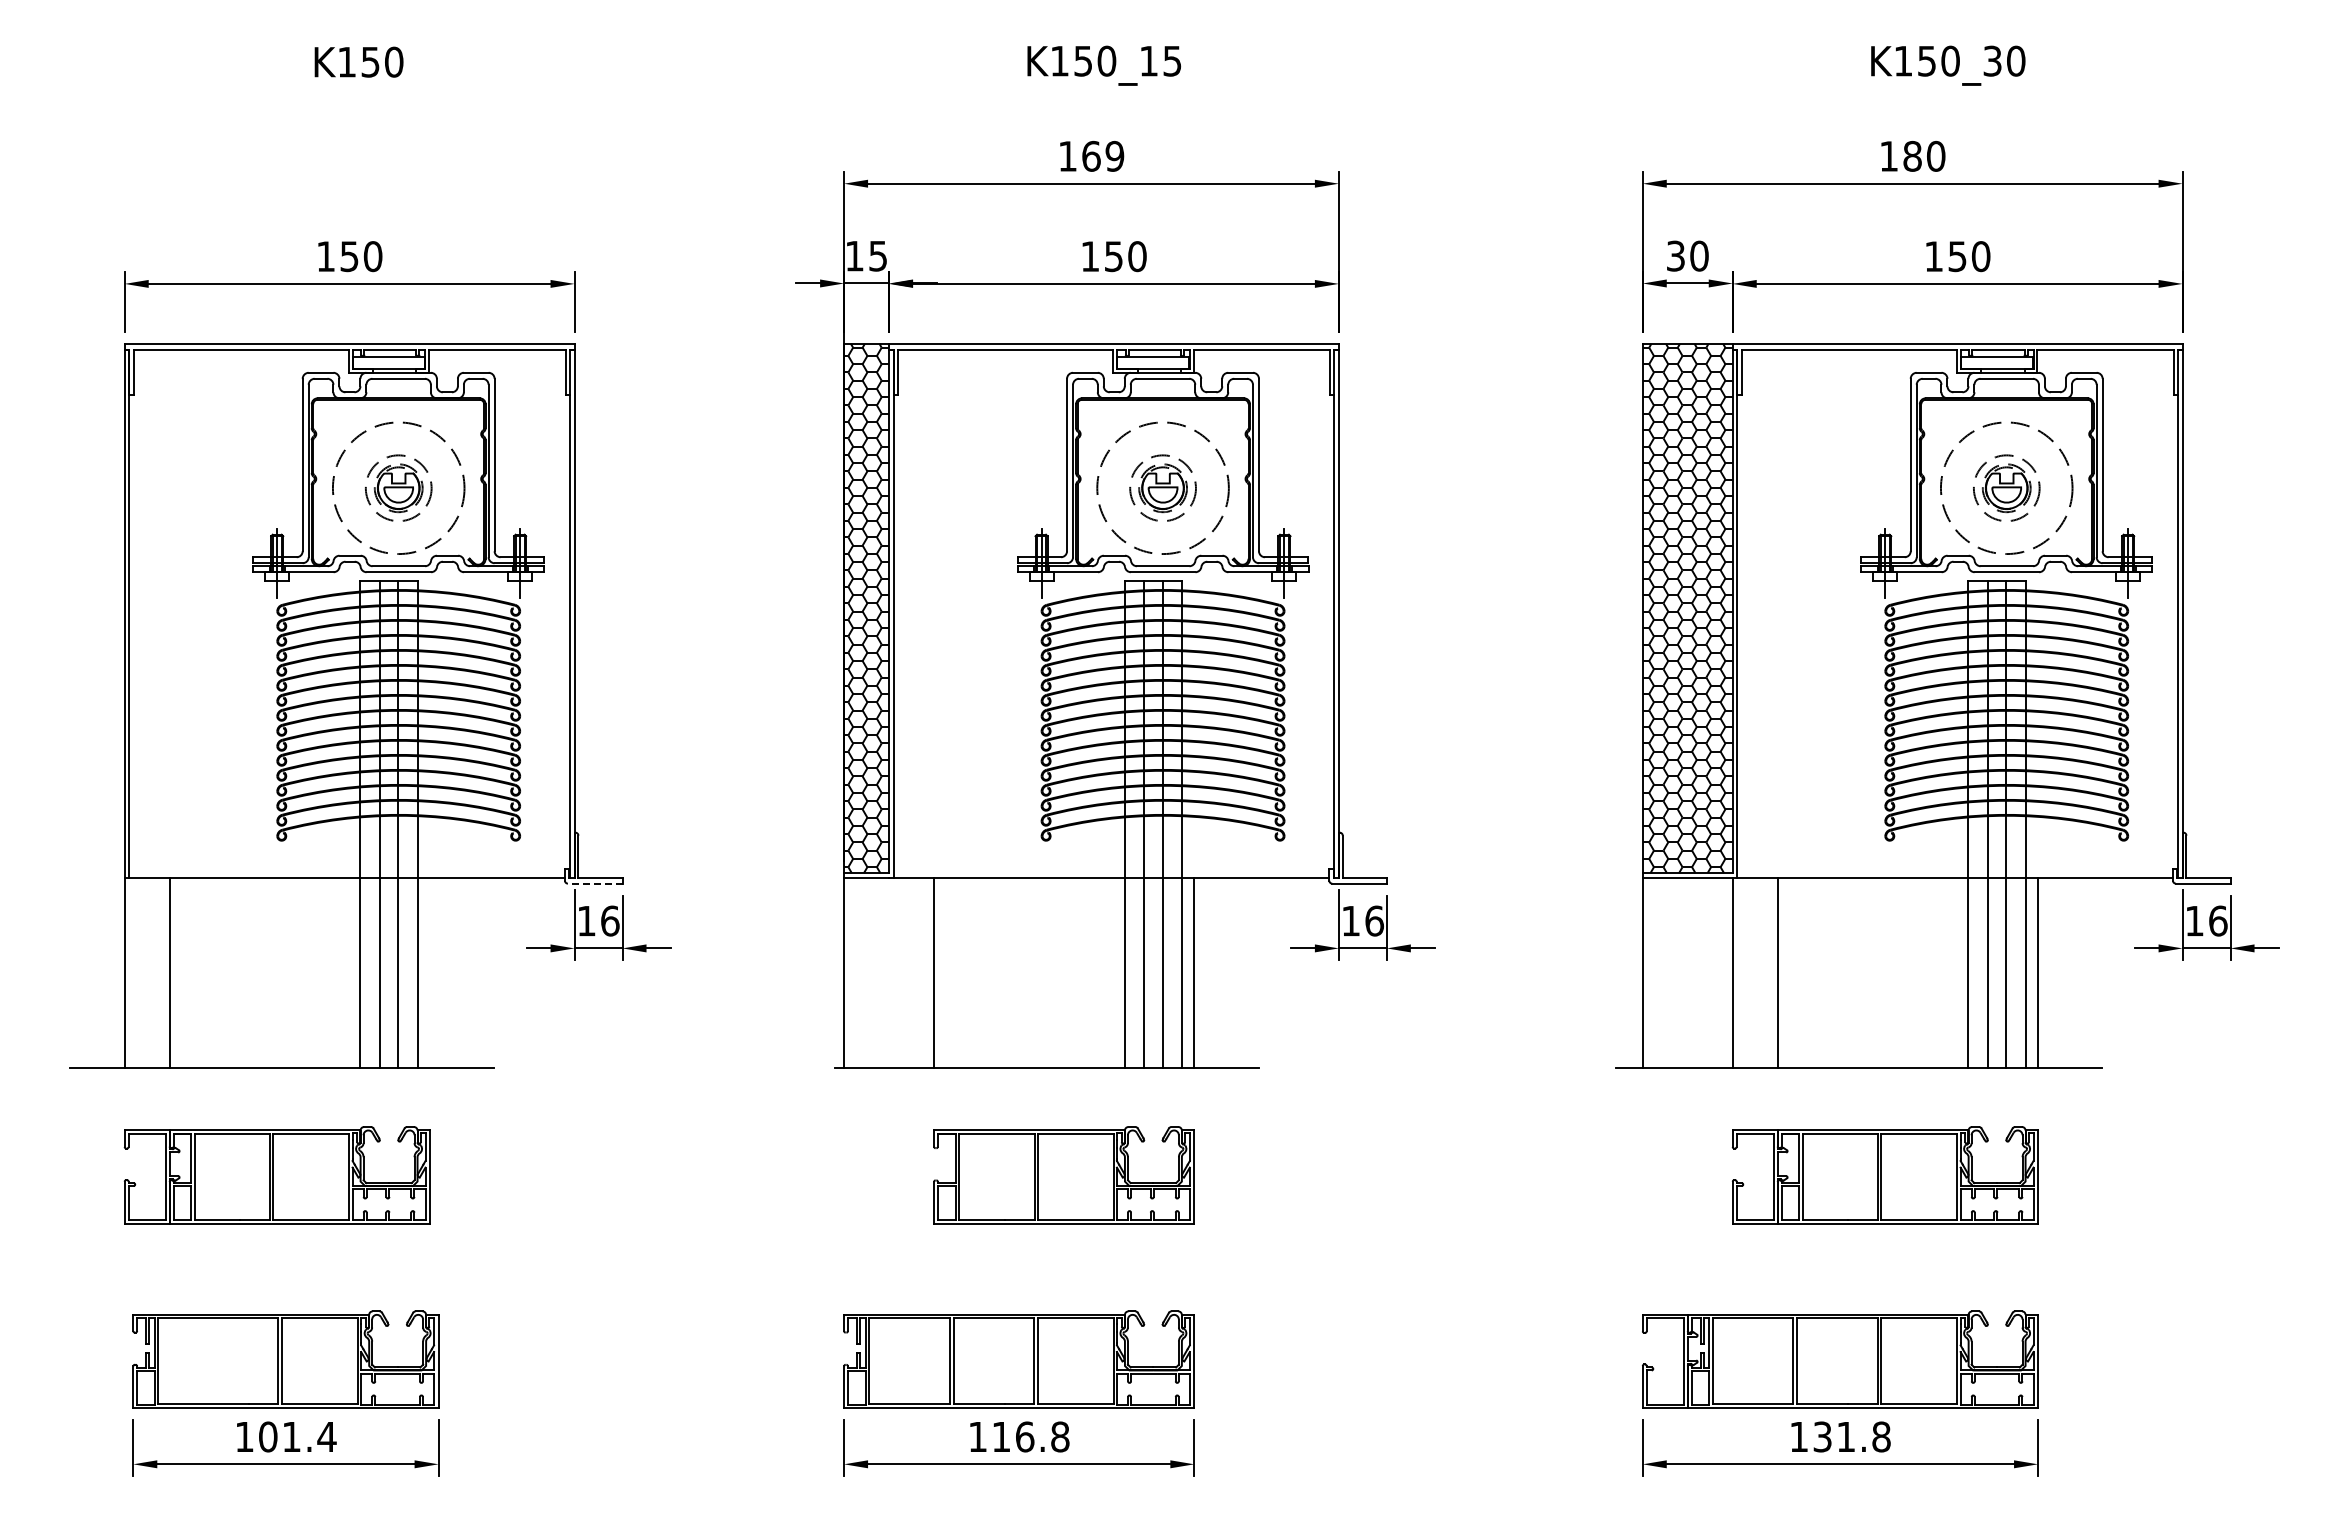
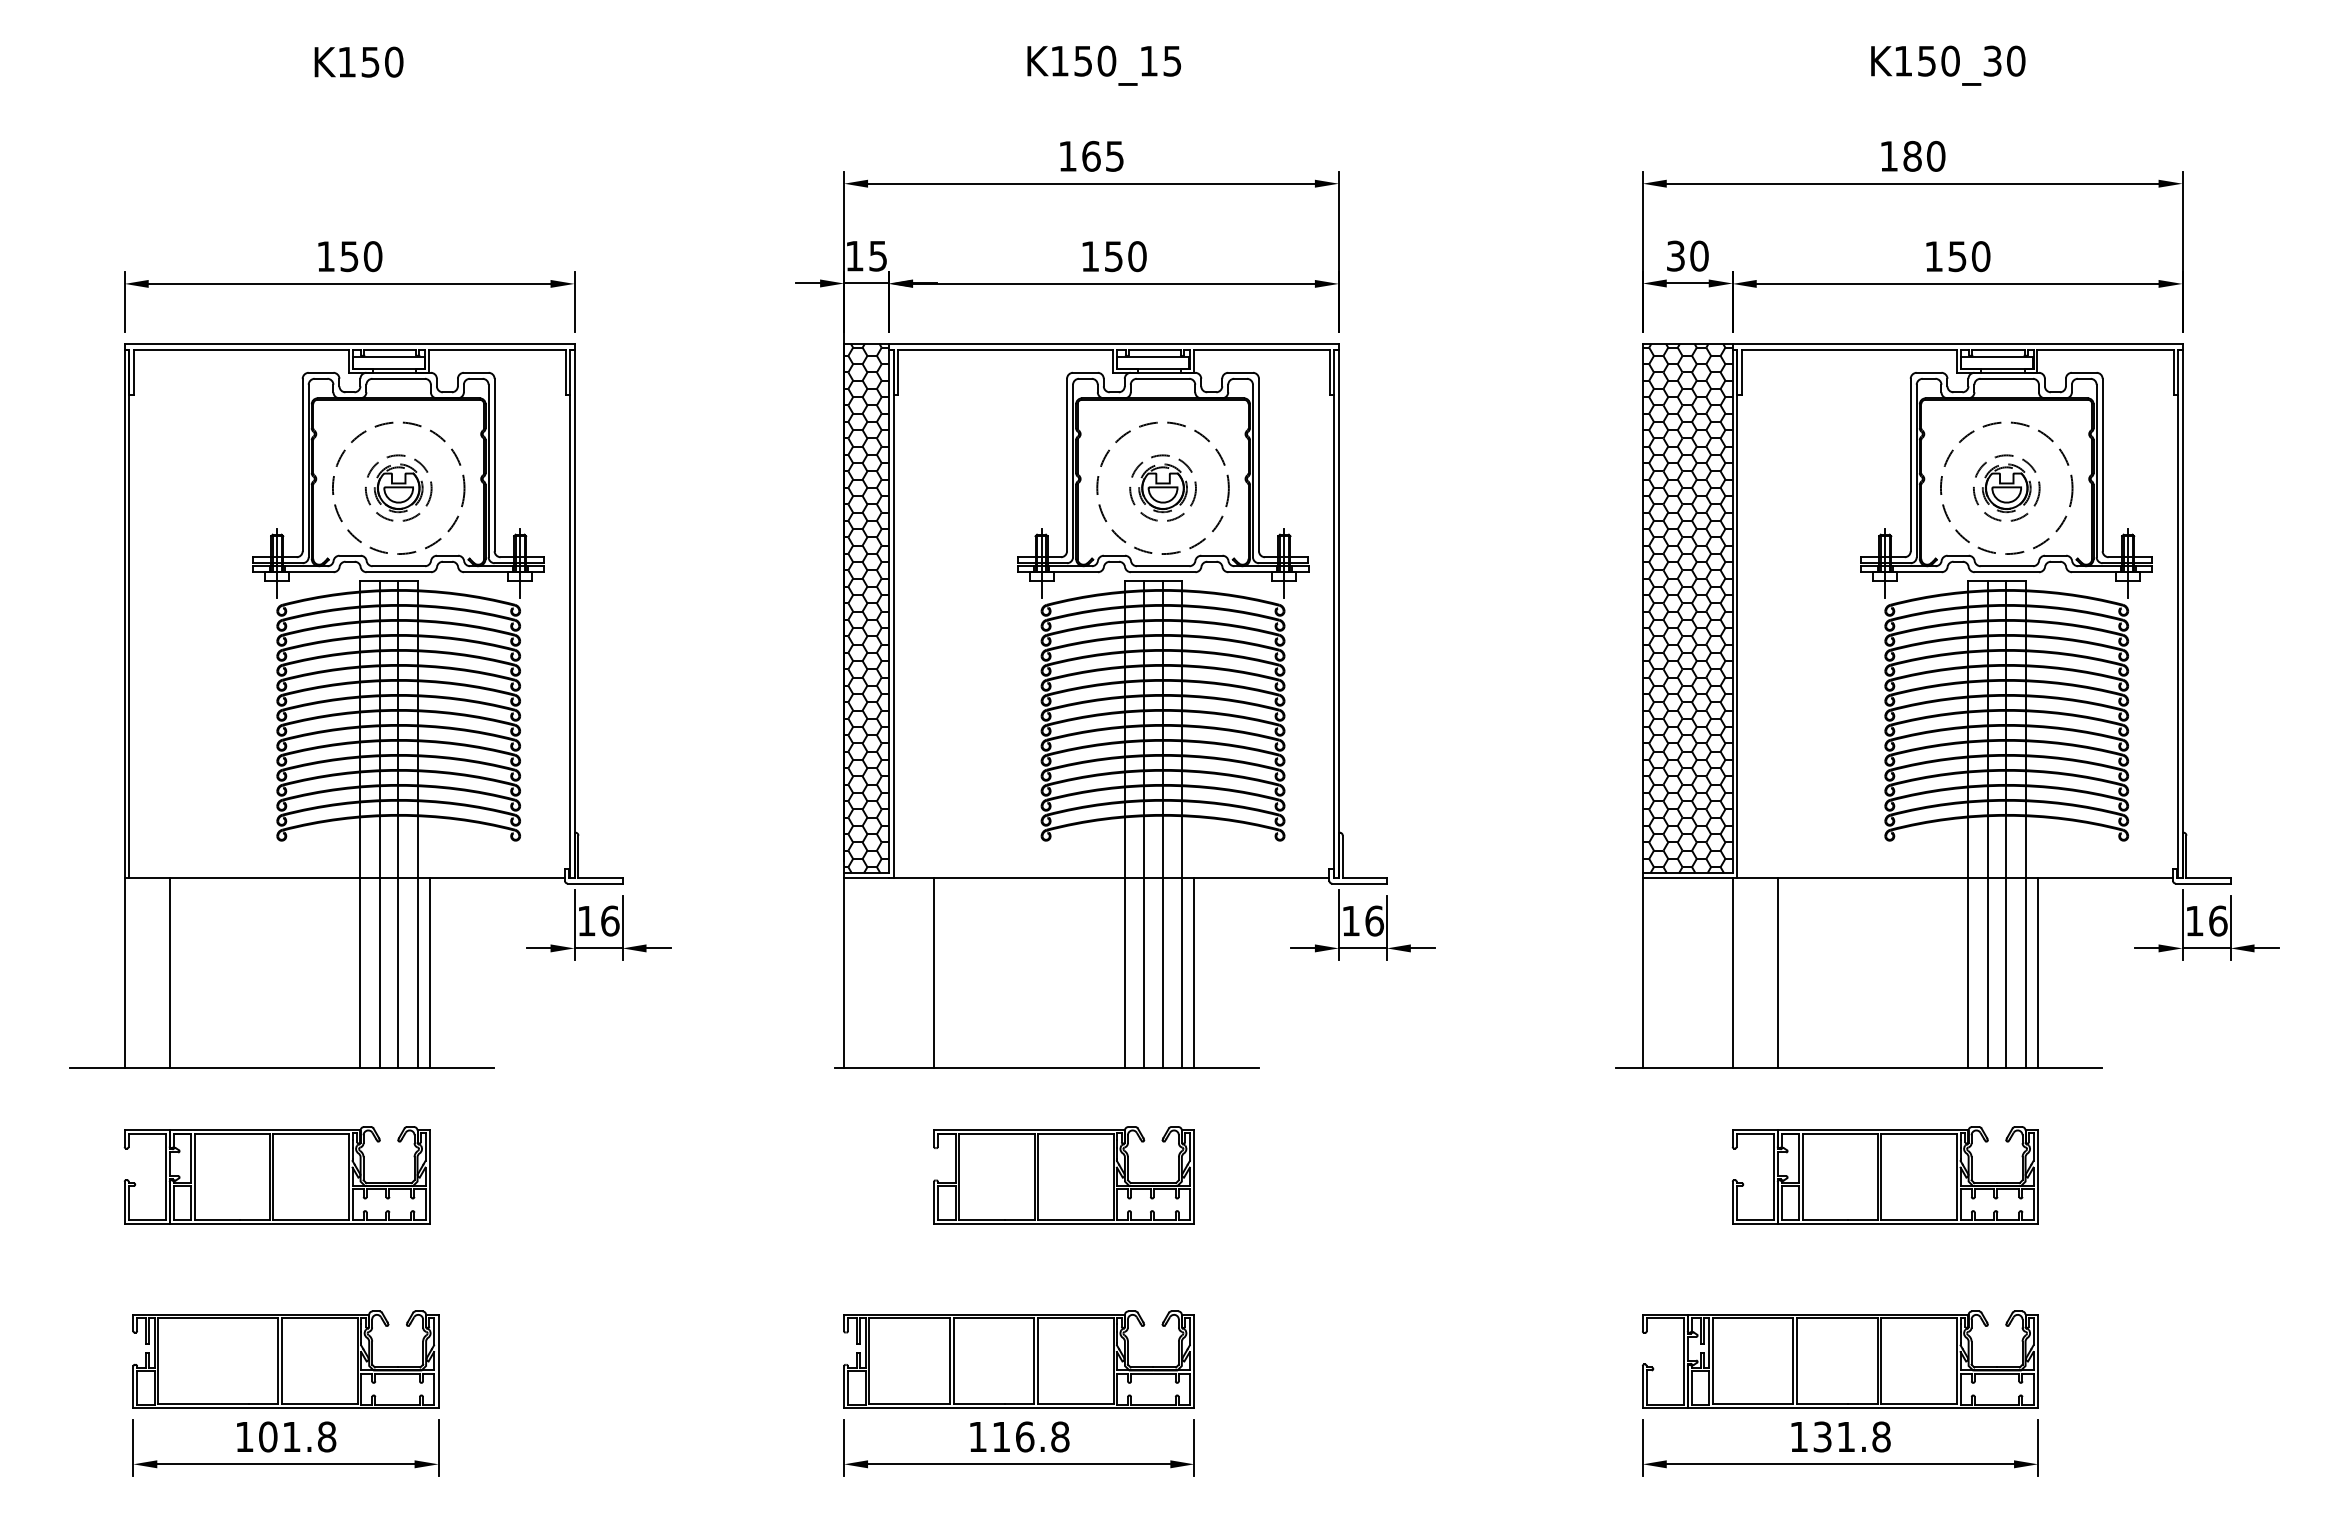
text at (1114, 155): 169 -> 165
line at (594, 883): dashed -> solid
line at (430, 972): none -> present
text at (326, 1436): 101.4 -> 101.8
